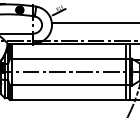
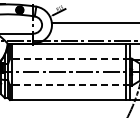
line at (69, 59): solid -> dashed
line at (69, 84): solid -> dashed
